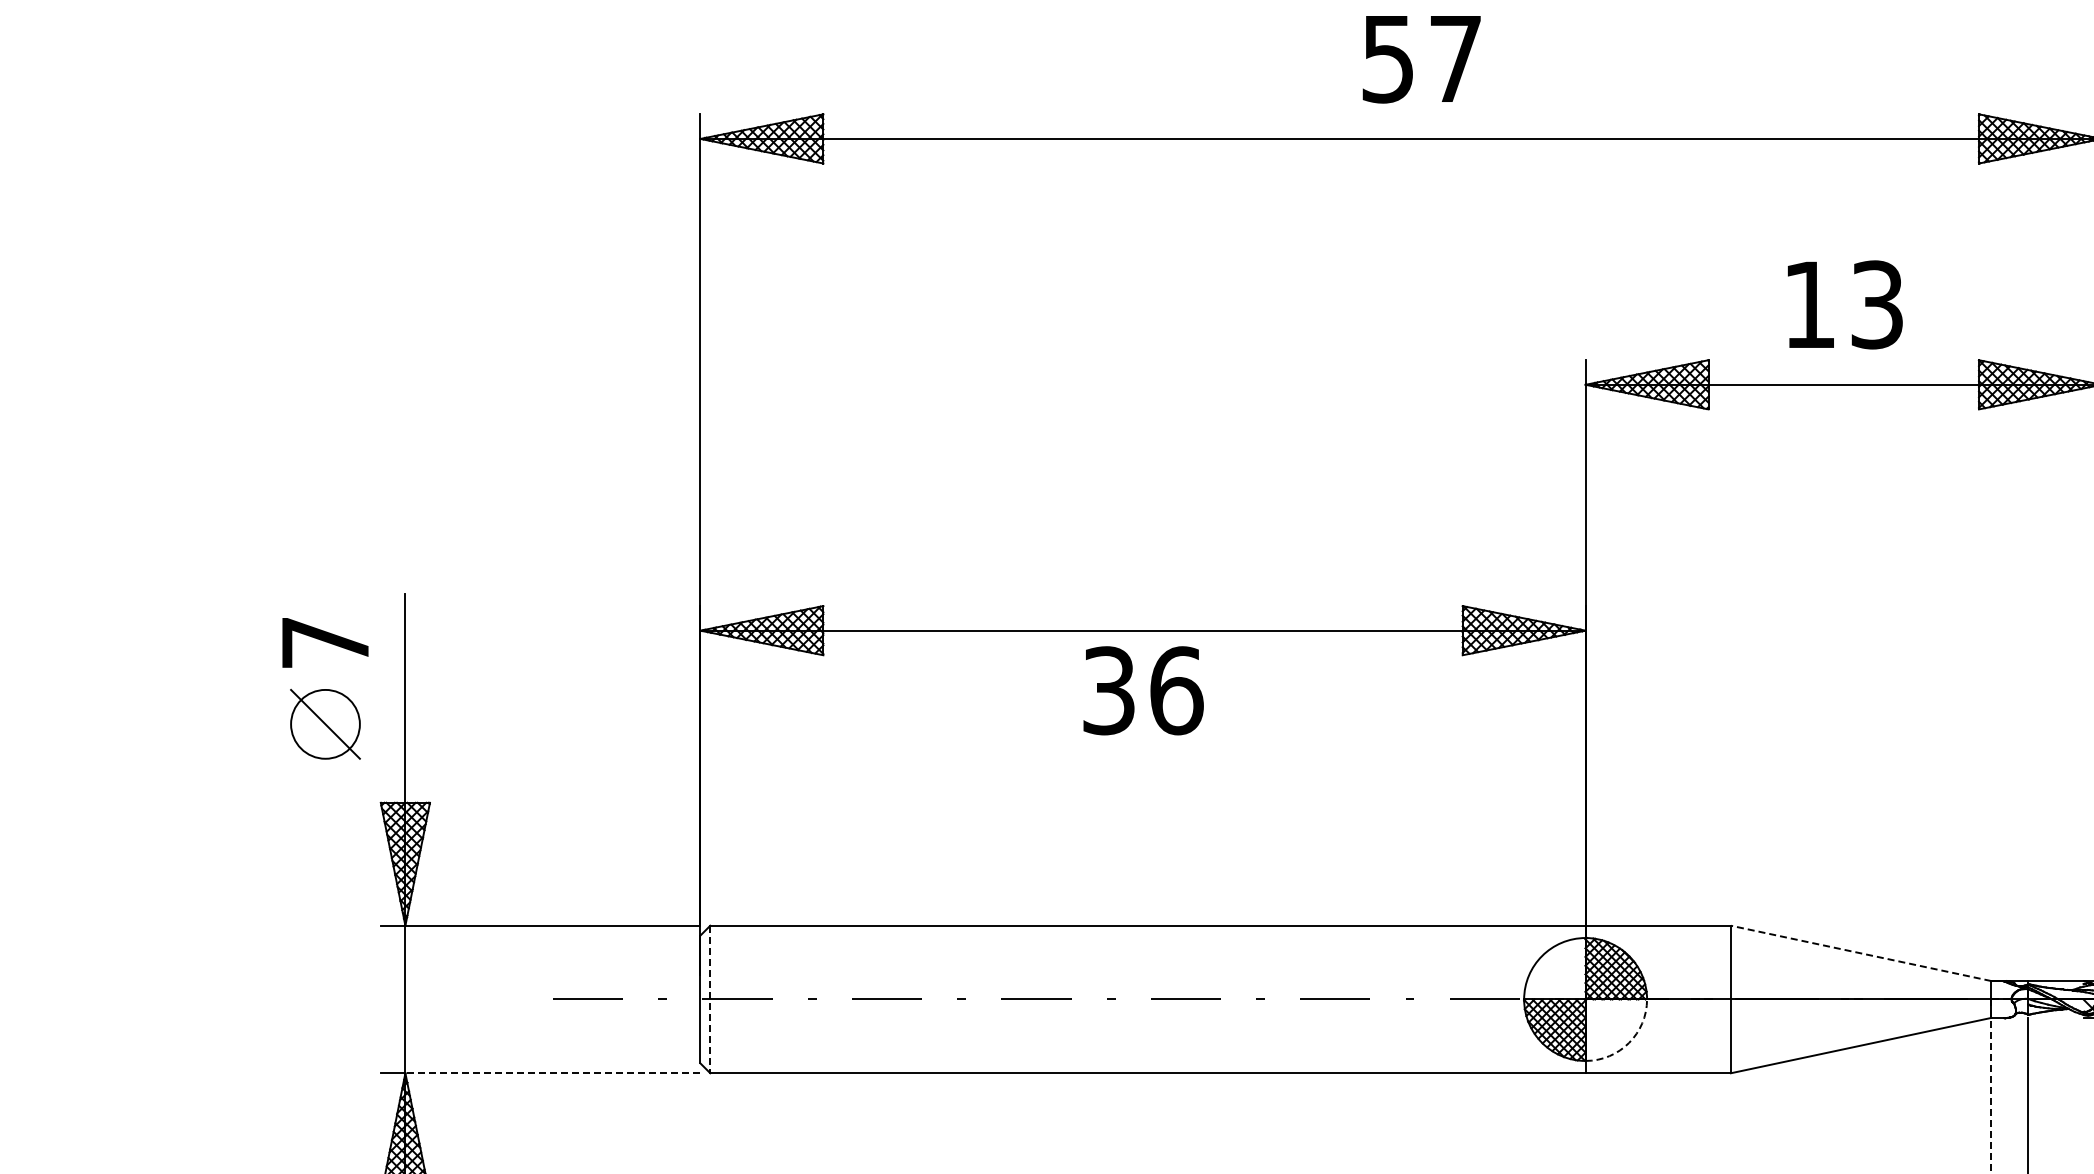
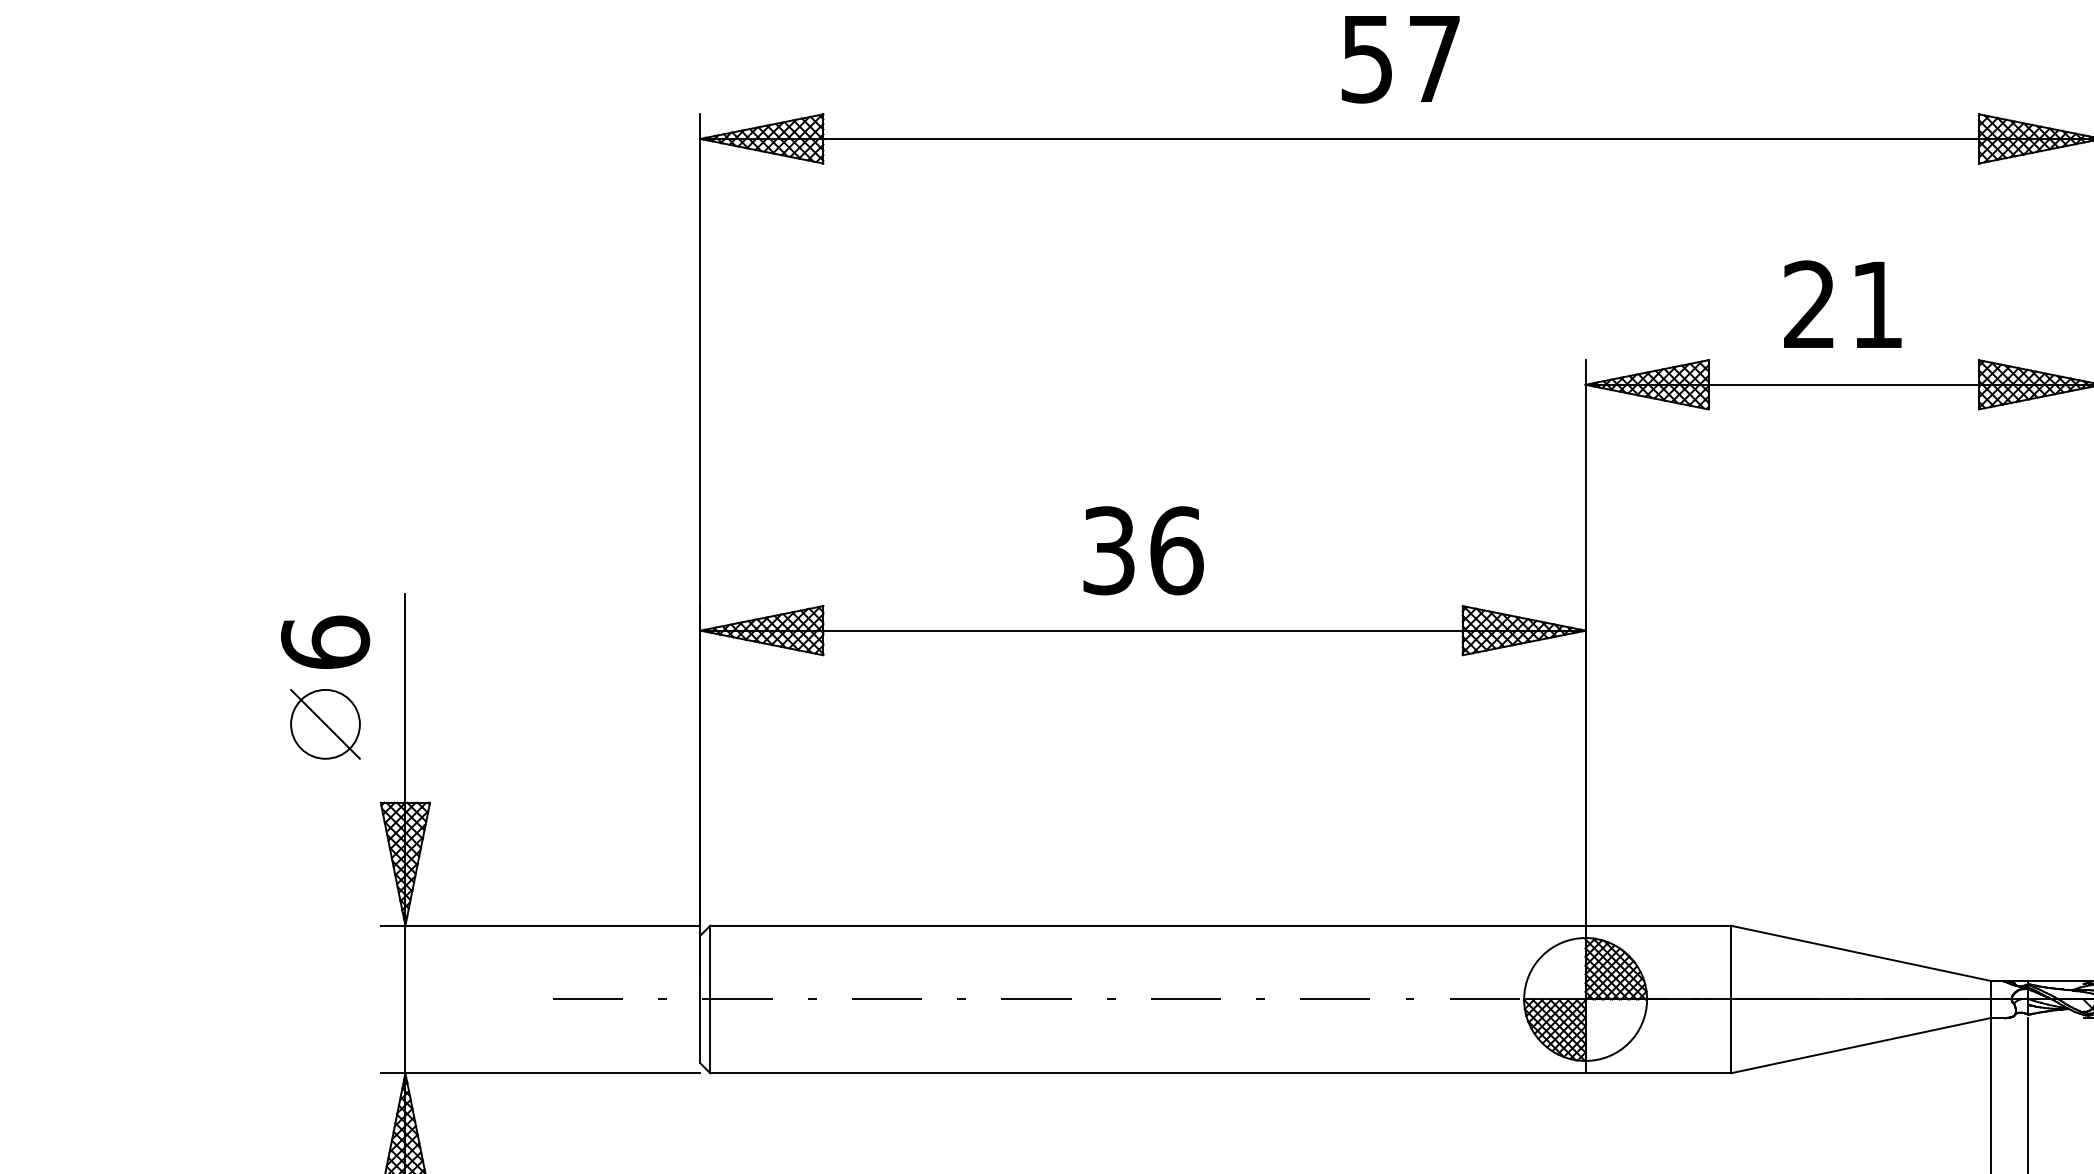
text at (1421, 59) position: (1421, 59) -> (1400, 59)
text at (1843, 304): 13 -> 21
text at (325, 641): 7 -> 6
text at (1143, 690) position: (1143, 690) -> (1143, 550)
line at (1860, 953): dashed -> solid
line at (710, 999): dashed -> solid
arc at (1629, 1042): dashed -> solid
line at (552, 1073): dashed -> solid
line at (1991, 1086): dashed -> solid
